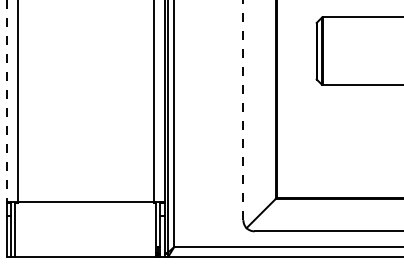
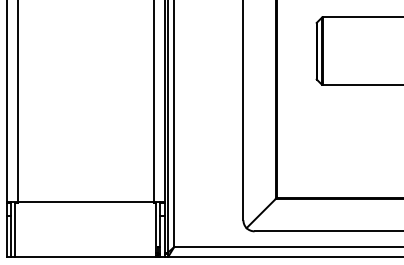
line at (6, 101): dashed -> solid
line at (243, 110): dashed -> solid
